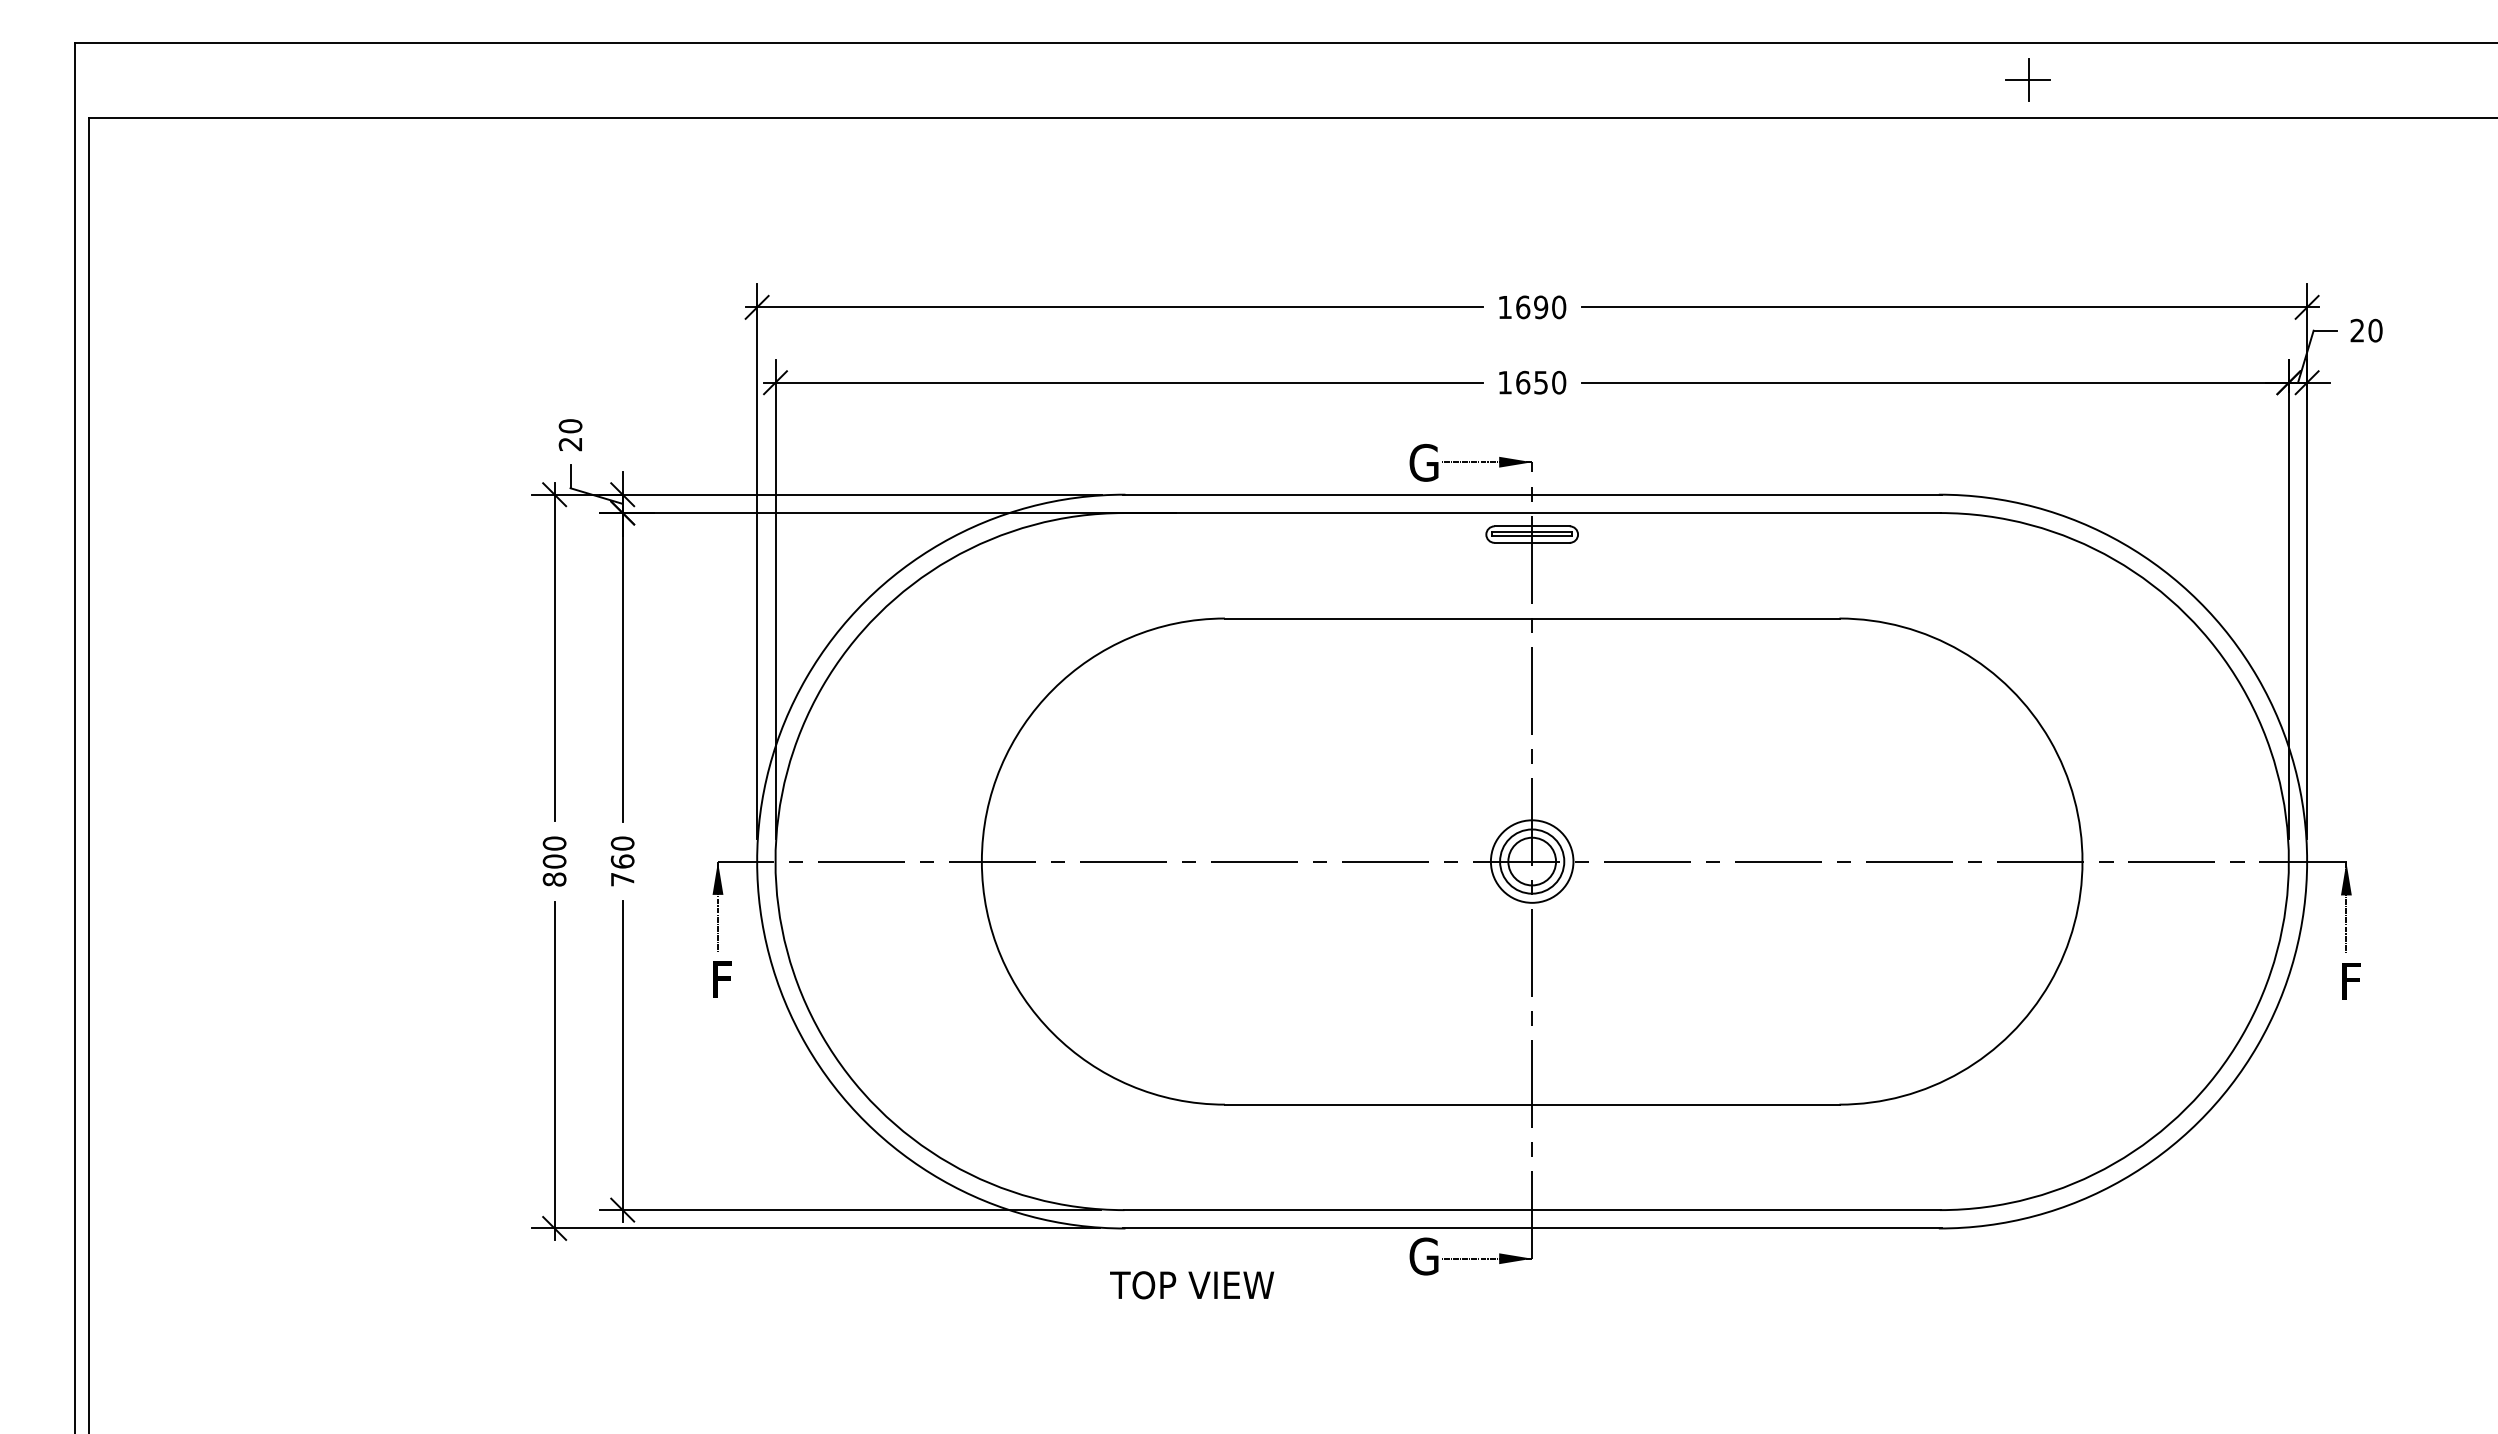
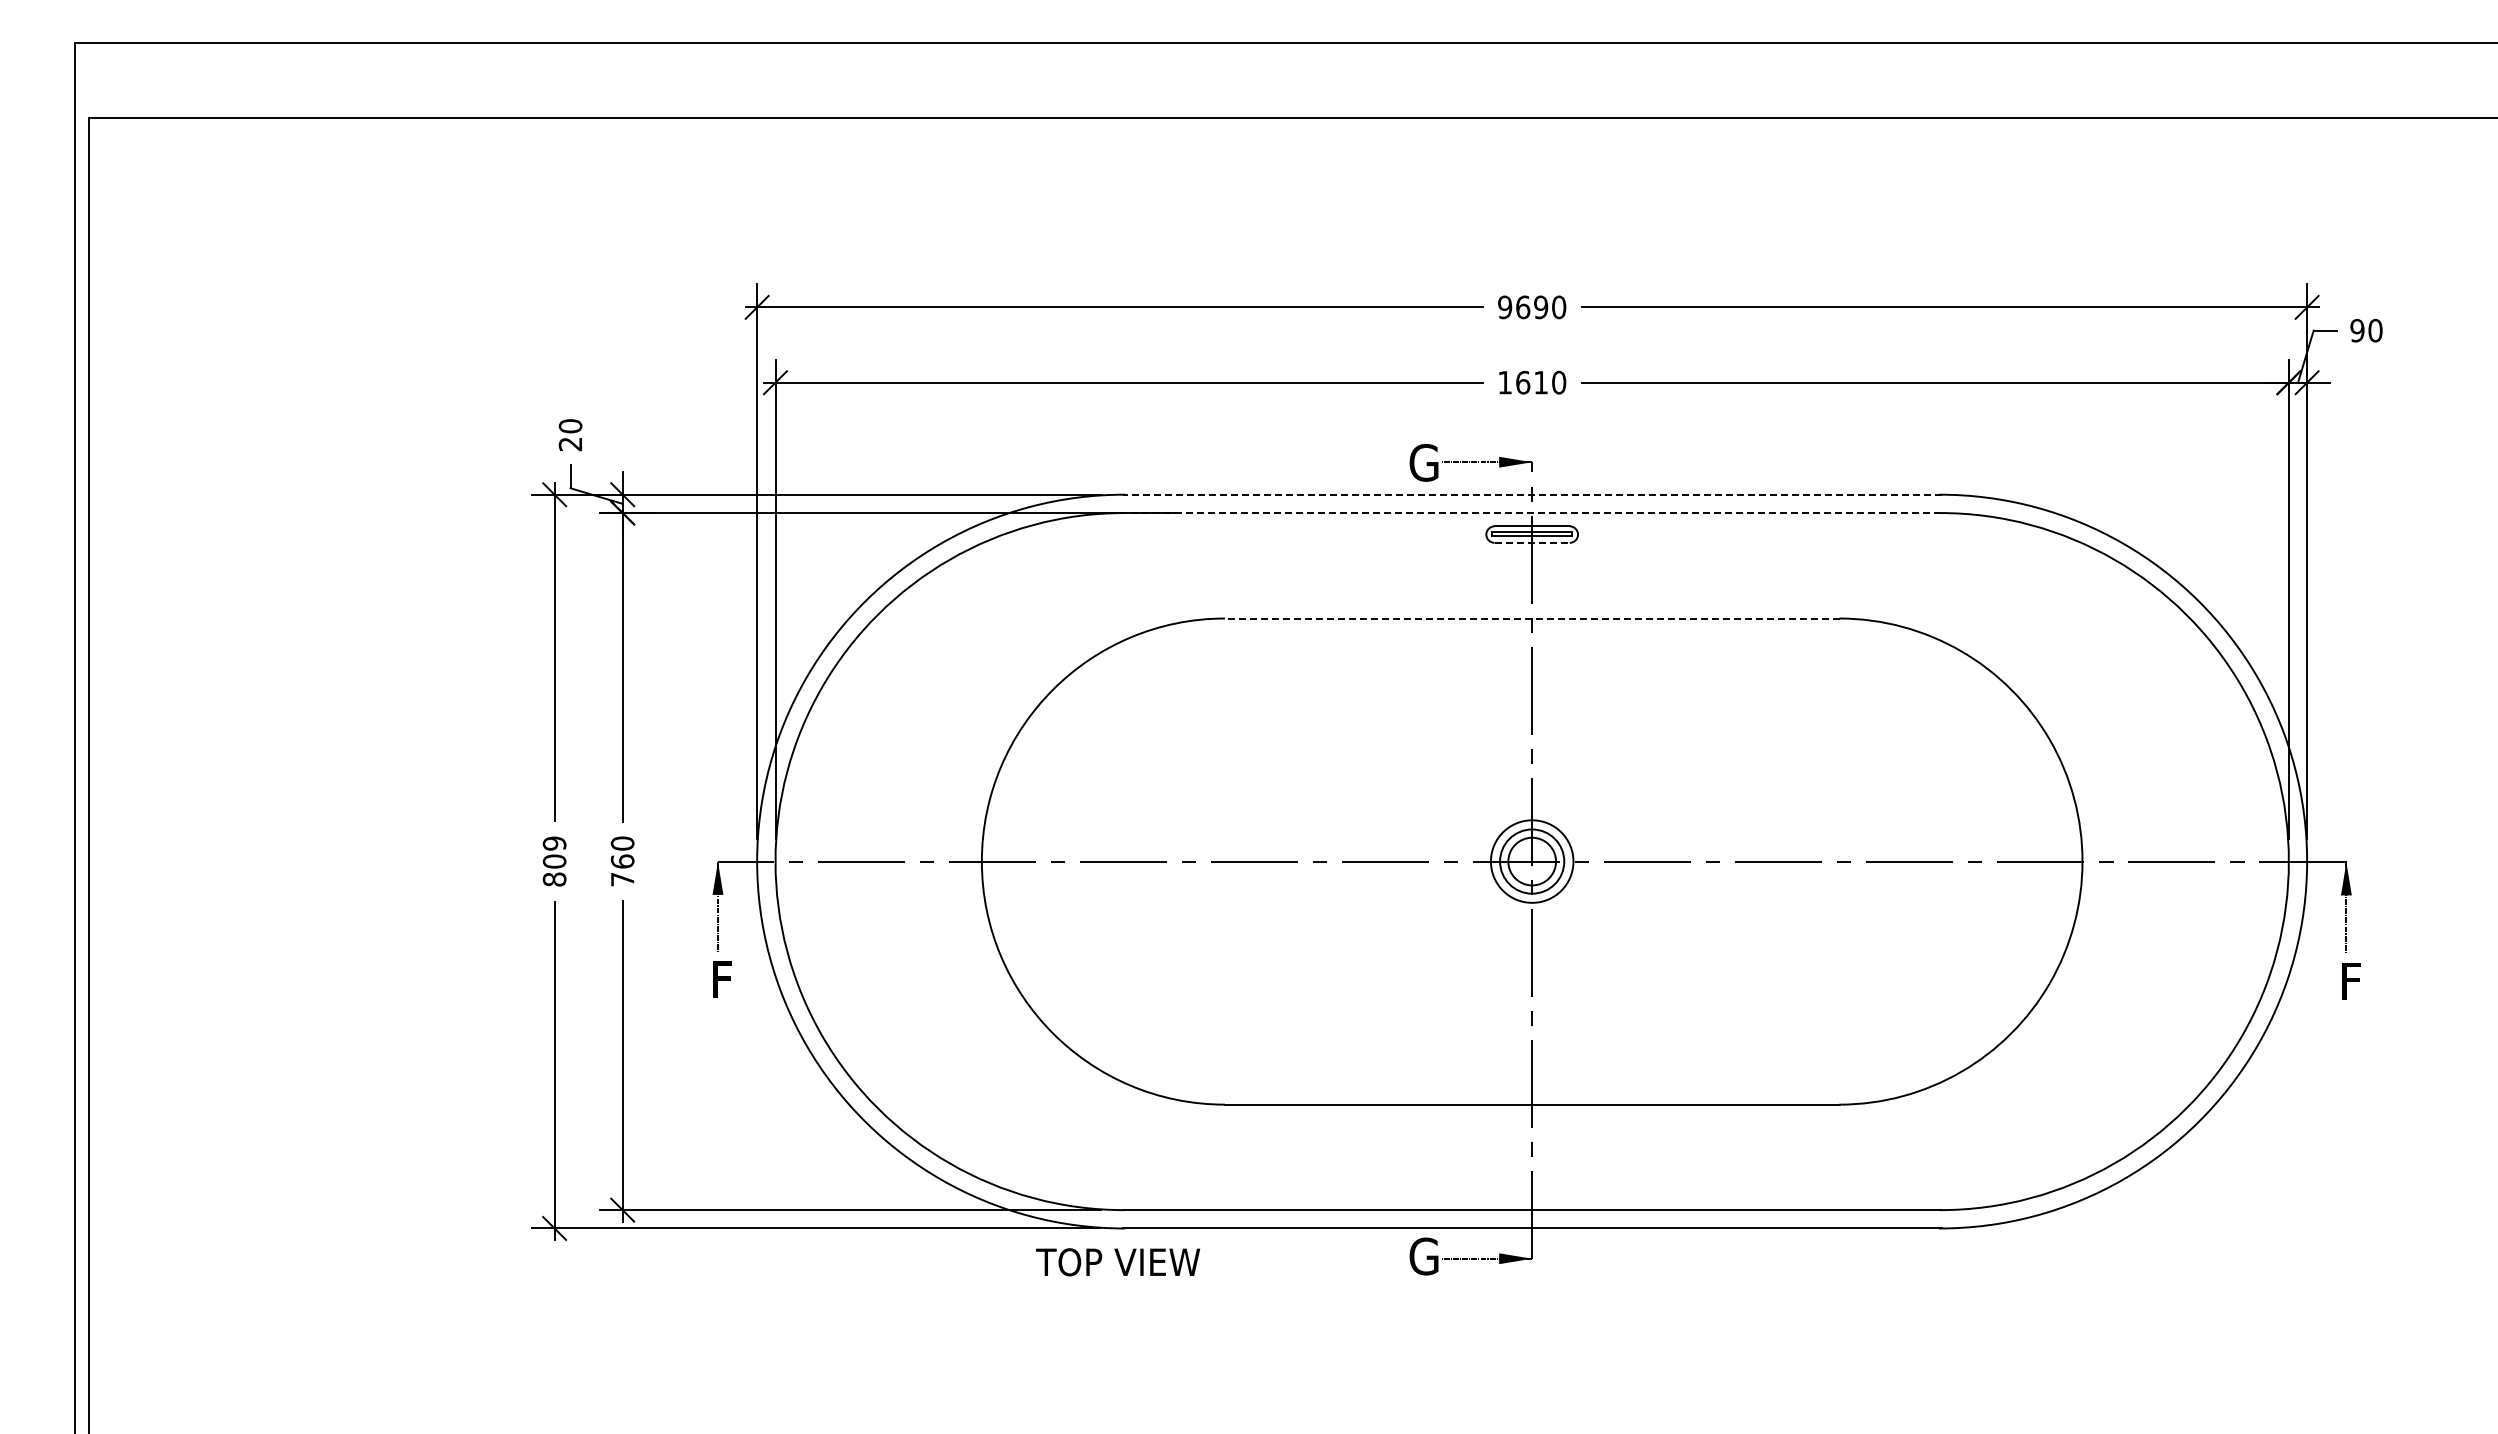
part at (2027, 79): present -> none
text at (1505, 307): 1690 -> 9690
text at (2357, 330): 20 -> 90
text at (1540, 382): 1650 -> 1610
line at (1532, 494): solid -> dashed
line at (1532, 513): solid -> dashed
line at (1532, 542): solid -> dashed
line at (1531, 618): solid -> dashed
text at (554, 843): 800 -> 809
text at (1192, 1285) position: (1192, 1285) -> (1118, 1262)
